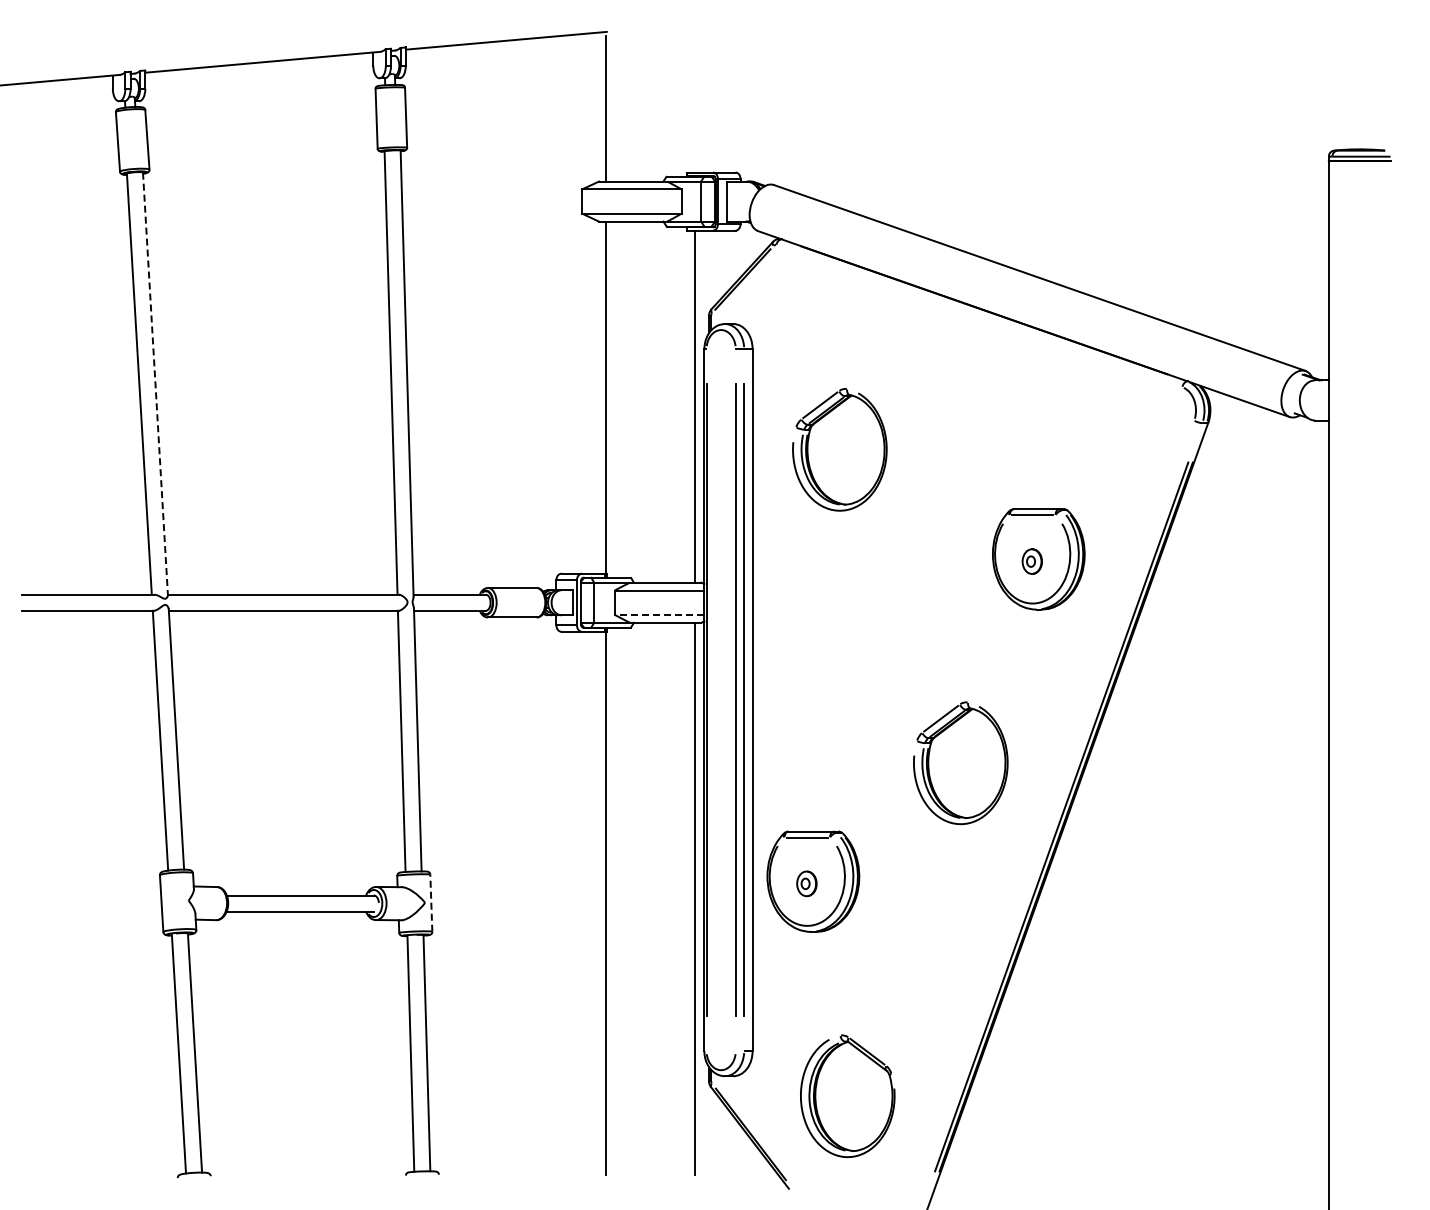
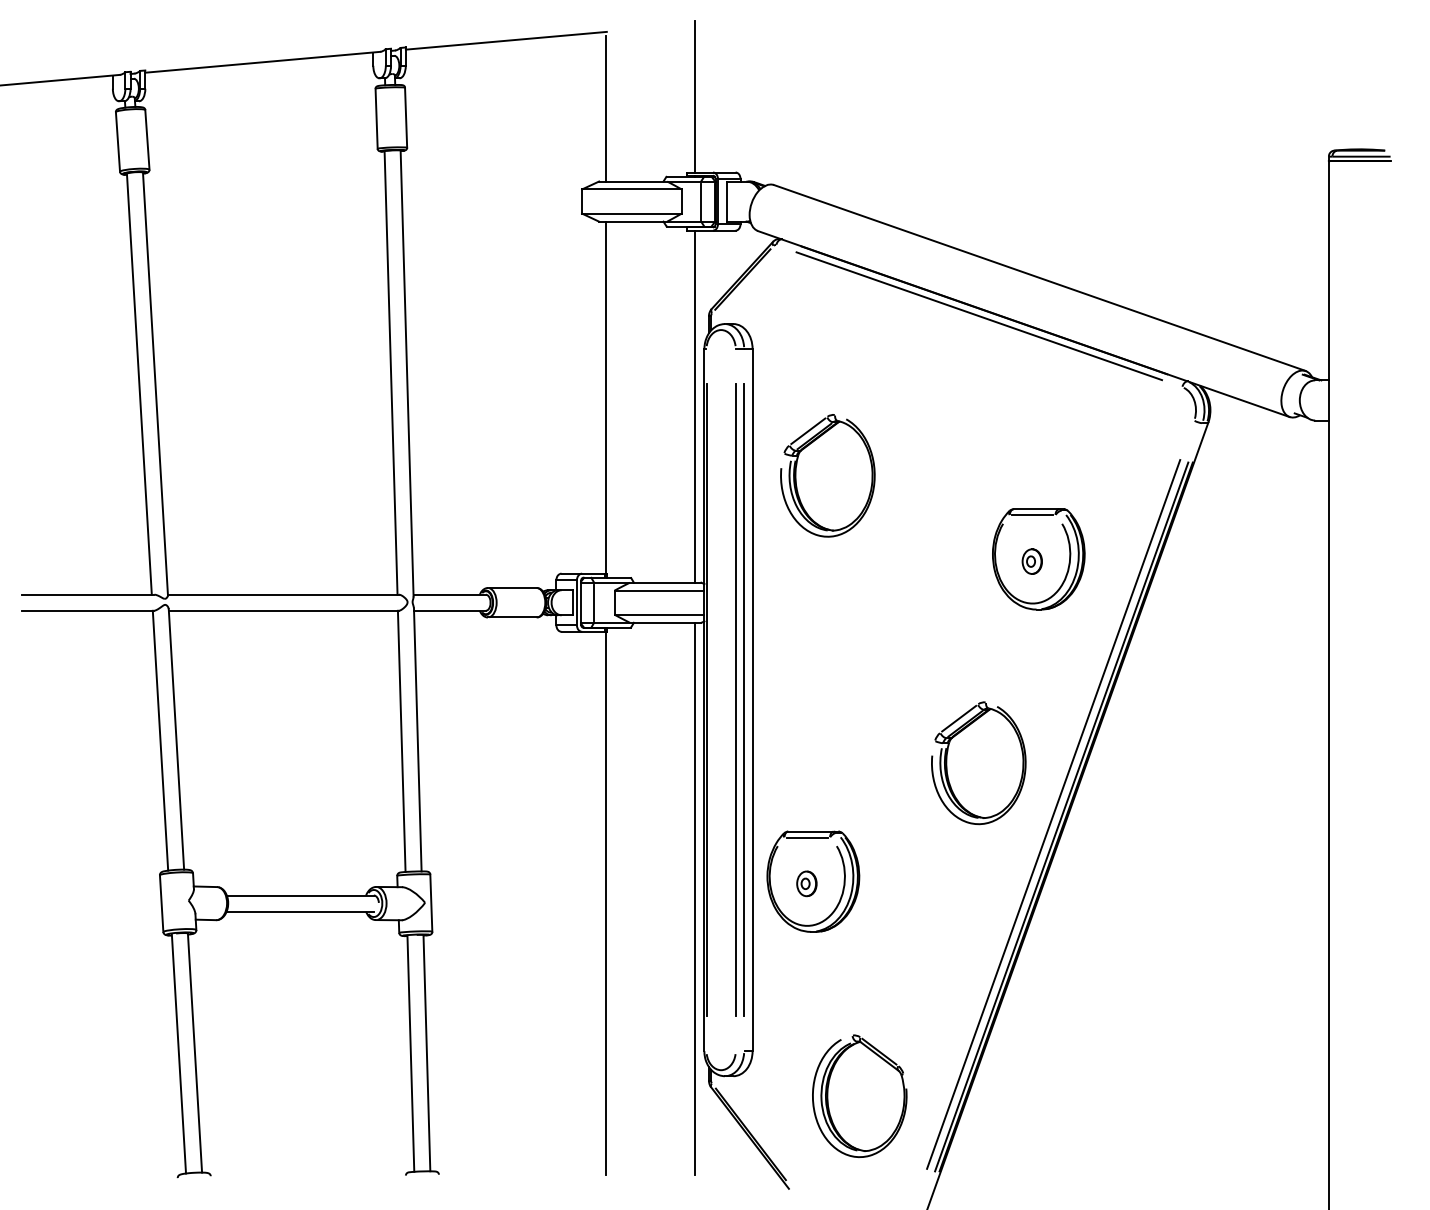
line at (694, 96): none -> present
line at (979, 316): none -> present
line at (155, 384): dashed -> solid
part at (839, 449) position: (839, 449) -> (827, 475)
line at (659, 614): dashed -> solid
part at (960, 763) position: (960, 763) -> (978, 763)
line at (1053, 814): none -> present
line at (431, 903): dashed -> solid
part at (847, 1095) position: (847, 1095) -> (859, 1095)
